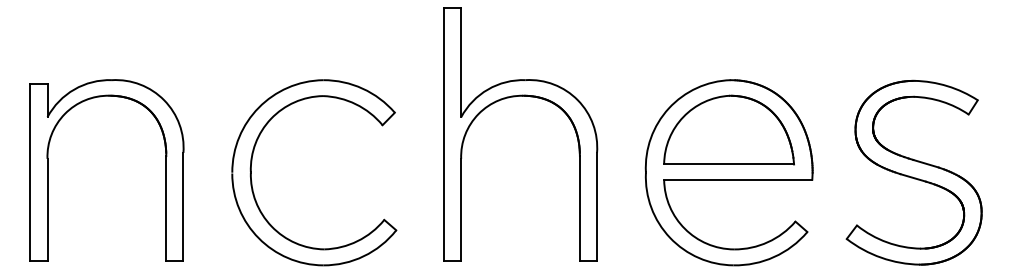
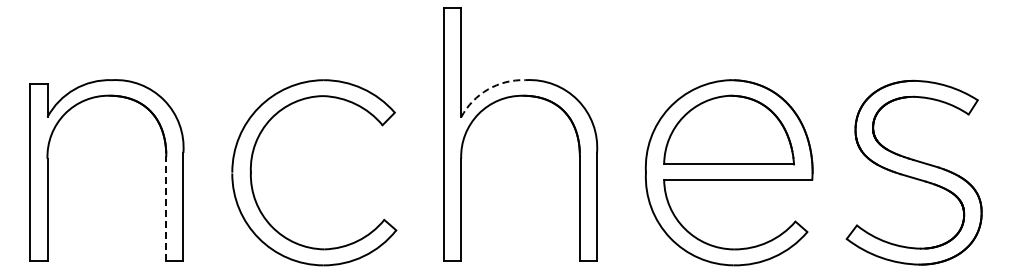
arc at (488, 89): solid -> dashed
line at (166, 208): solid -> dashed
